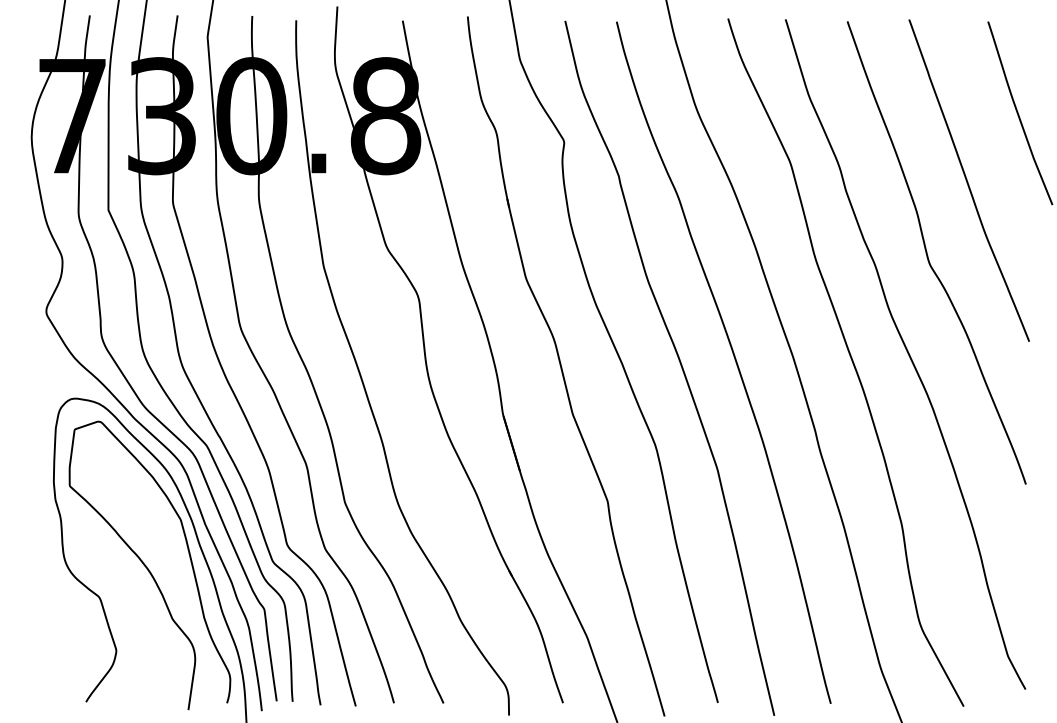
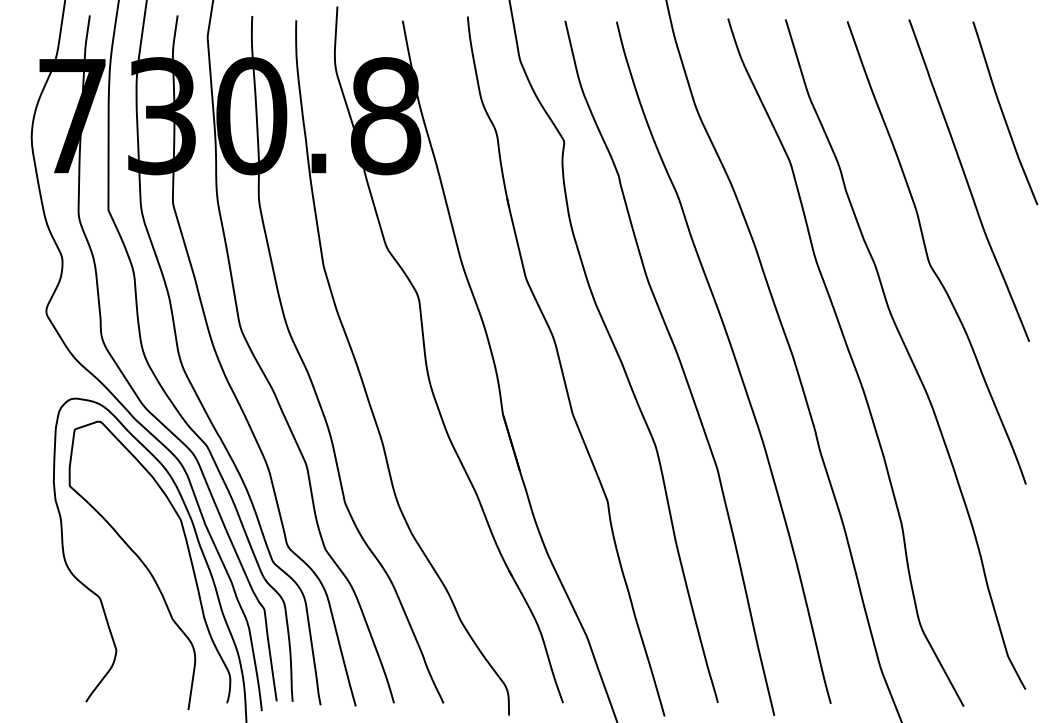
curve at (1019, 114) position: (1019, 114) -> (1004, 114)
